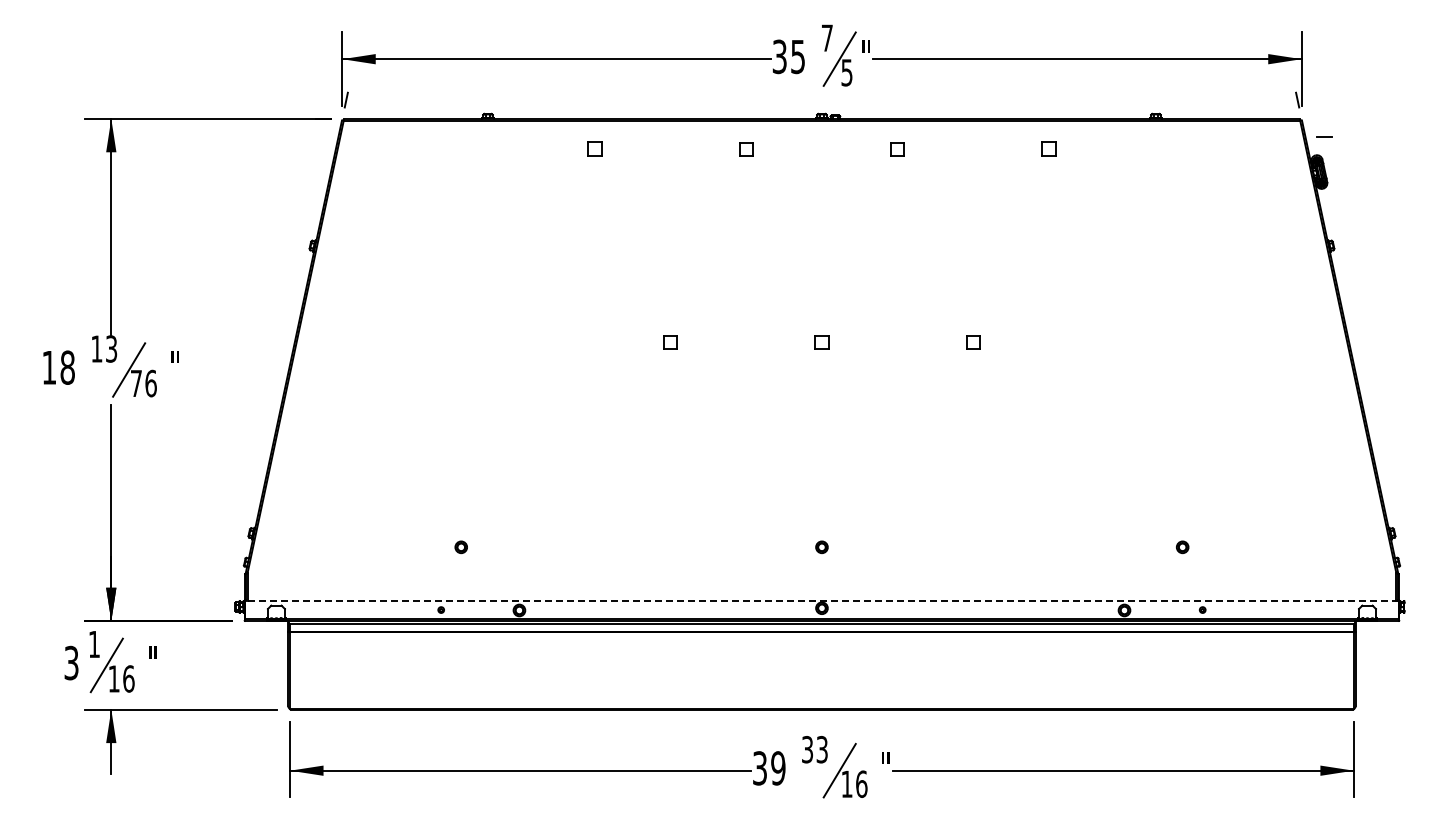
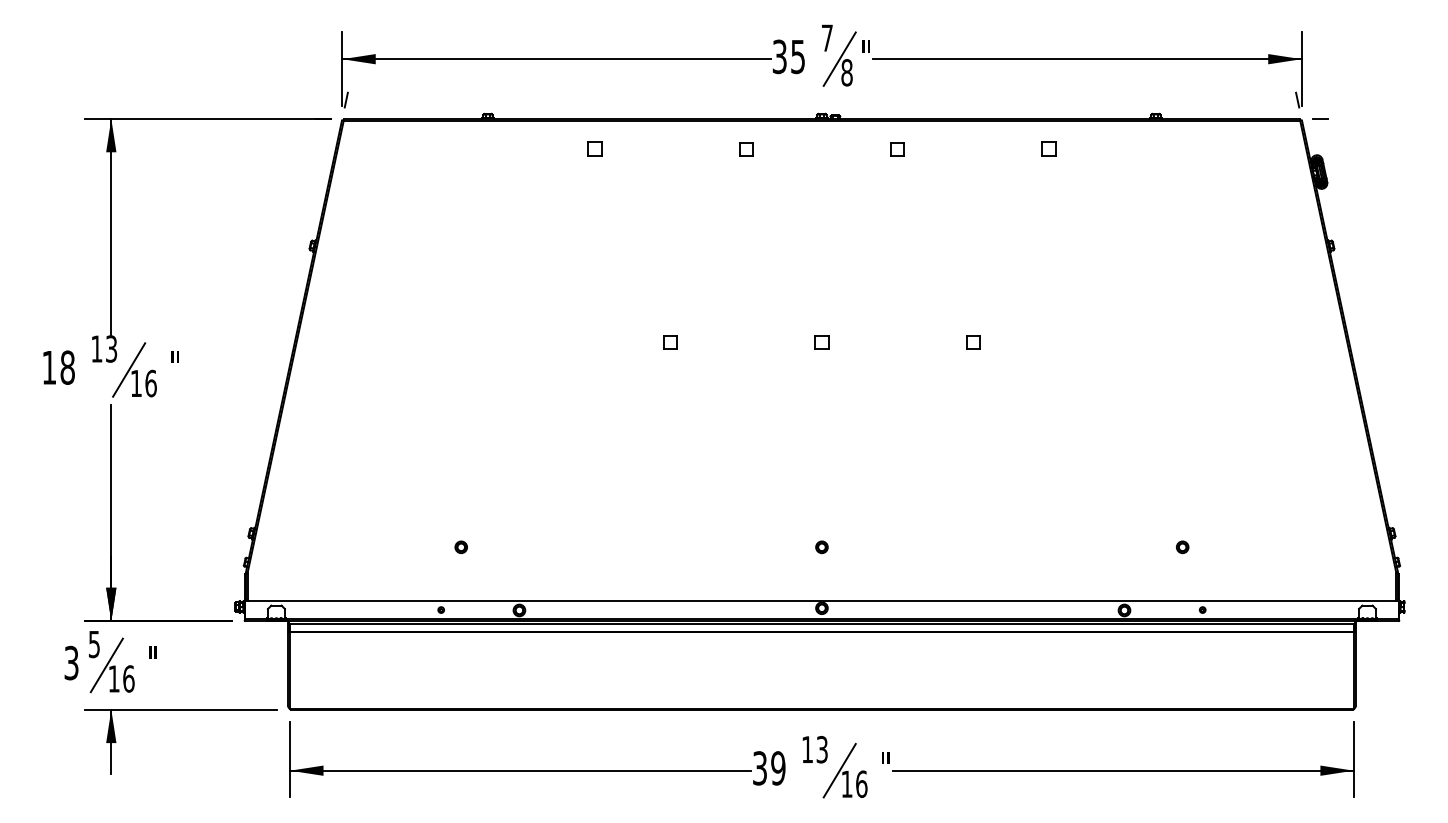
text at (846, 72): 5 -> 8
line at (1324, 136) position: (1324, 136) -> (1320, 118)
text at (136, 383): 76 -> 16
line at (821, 601): dashed -> solid
text at (94, 644): 1 -> 5
text at (807, 749): 33 -> 13
